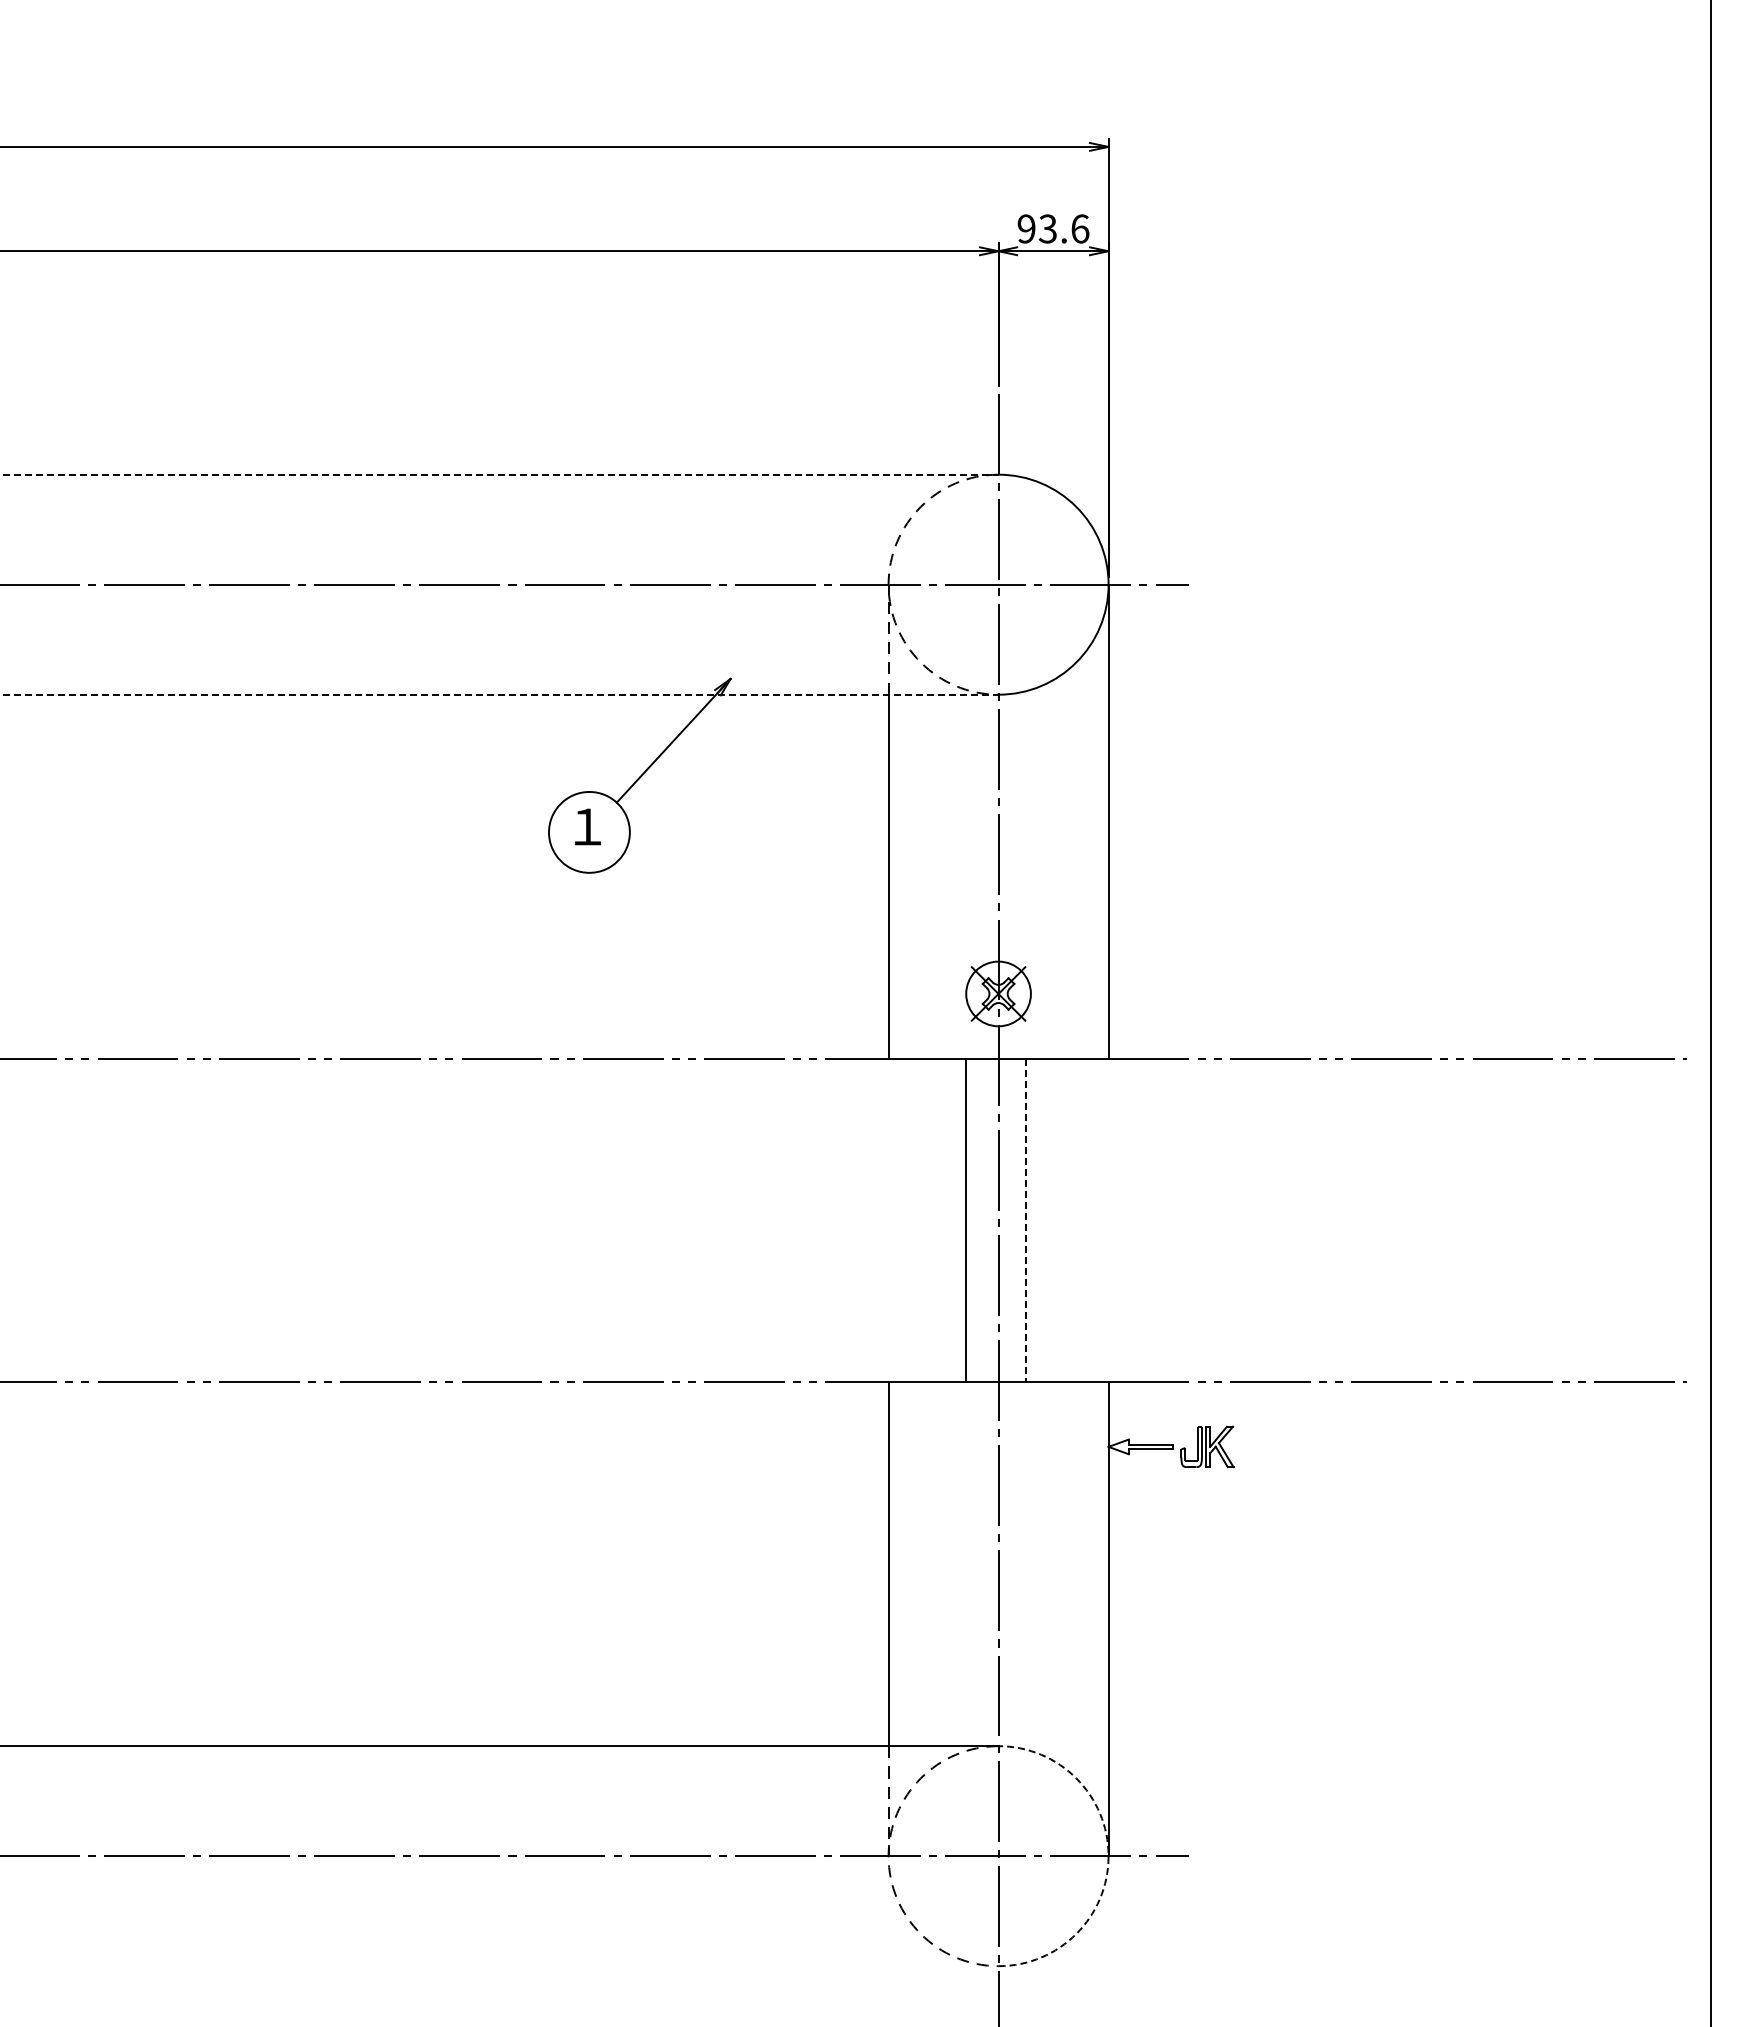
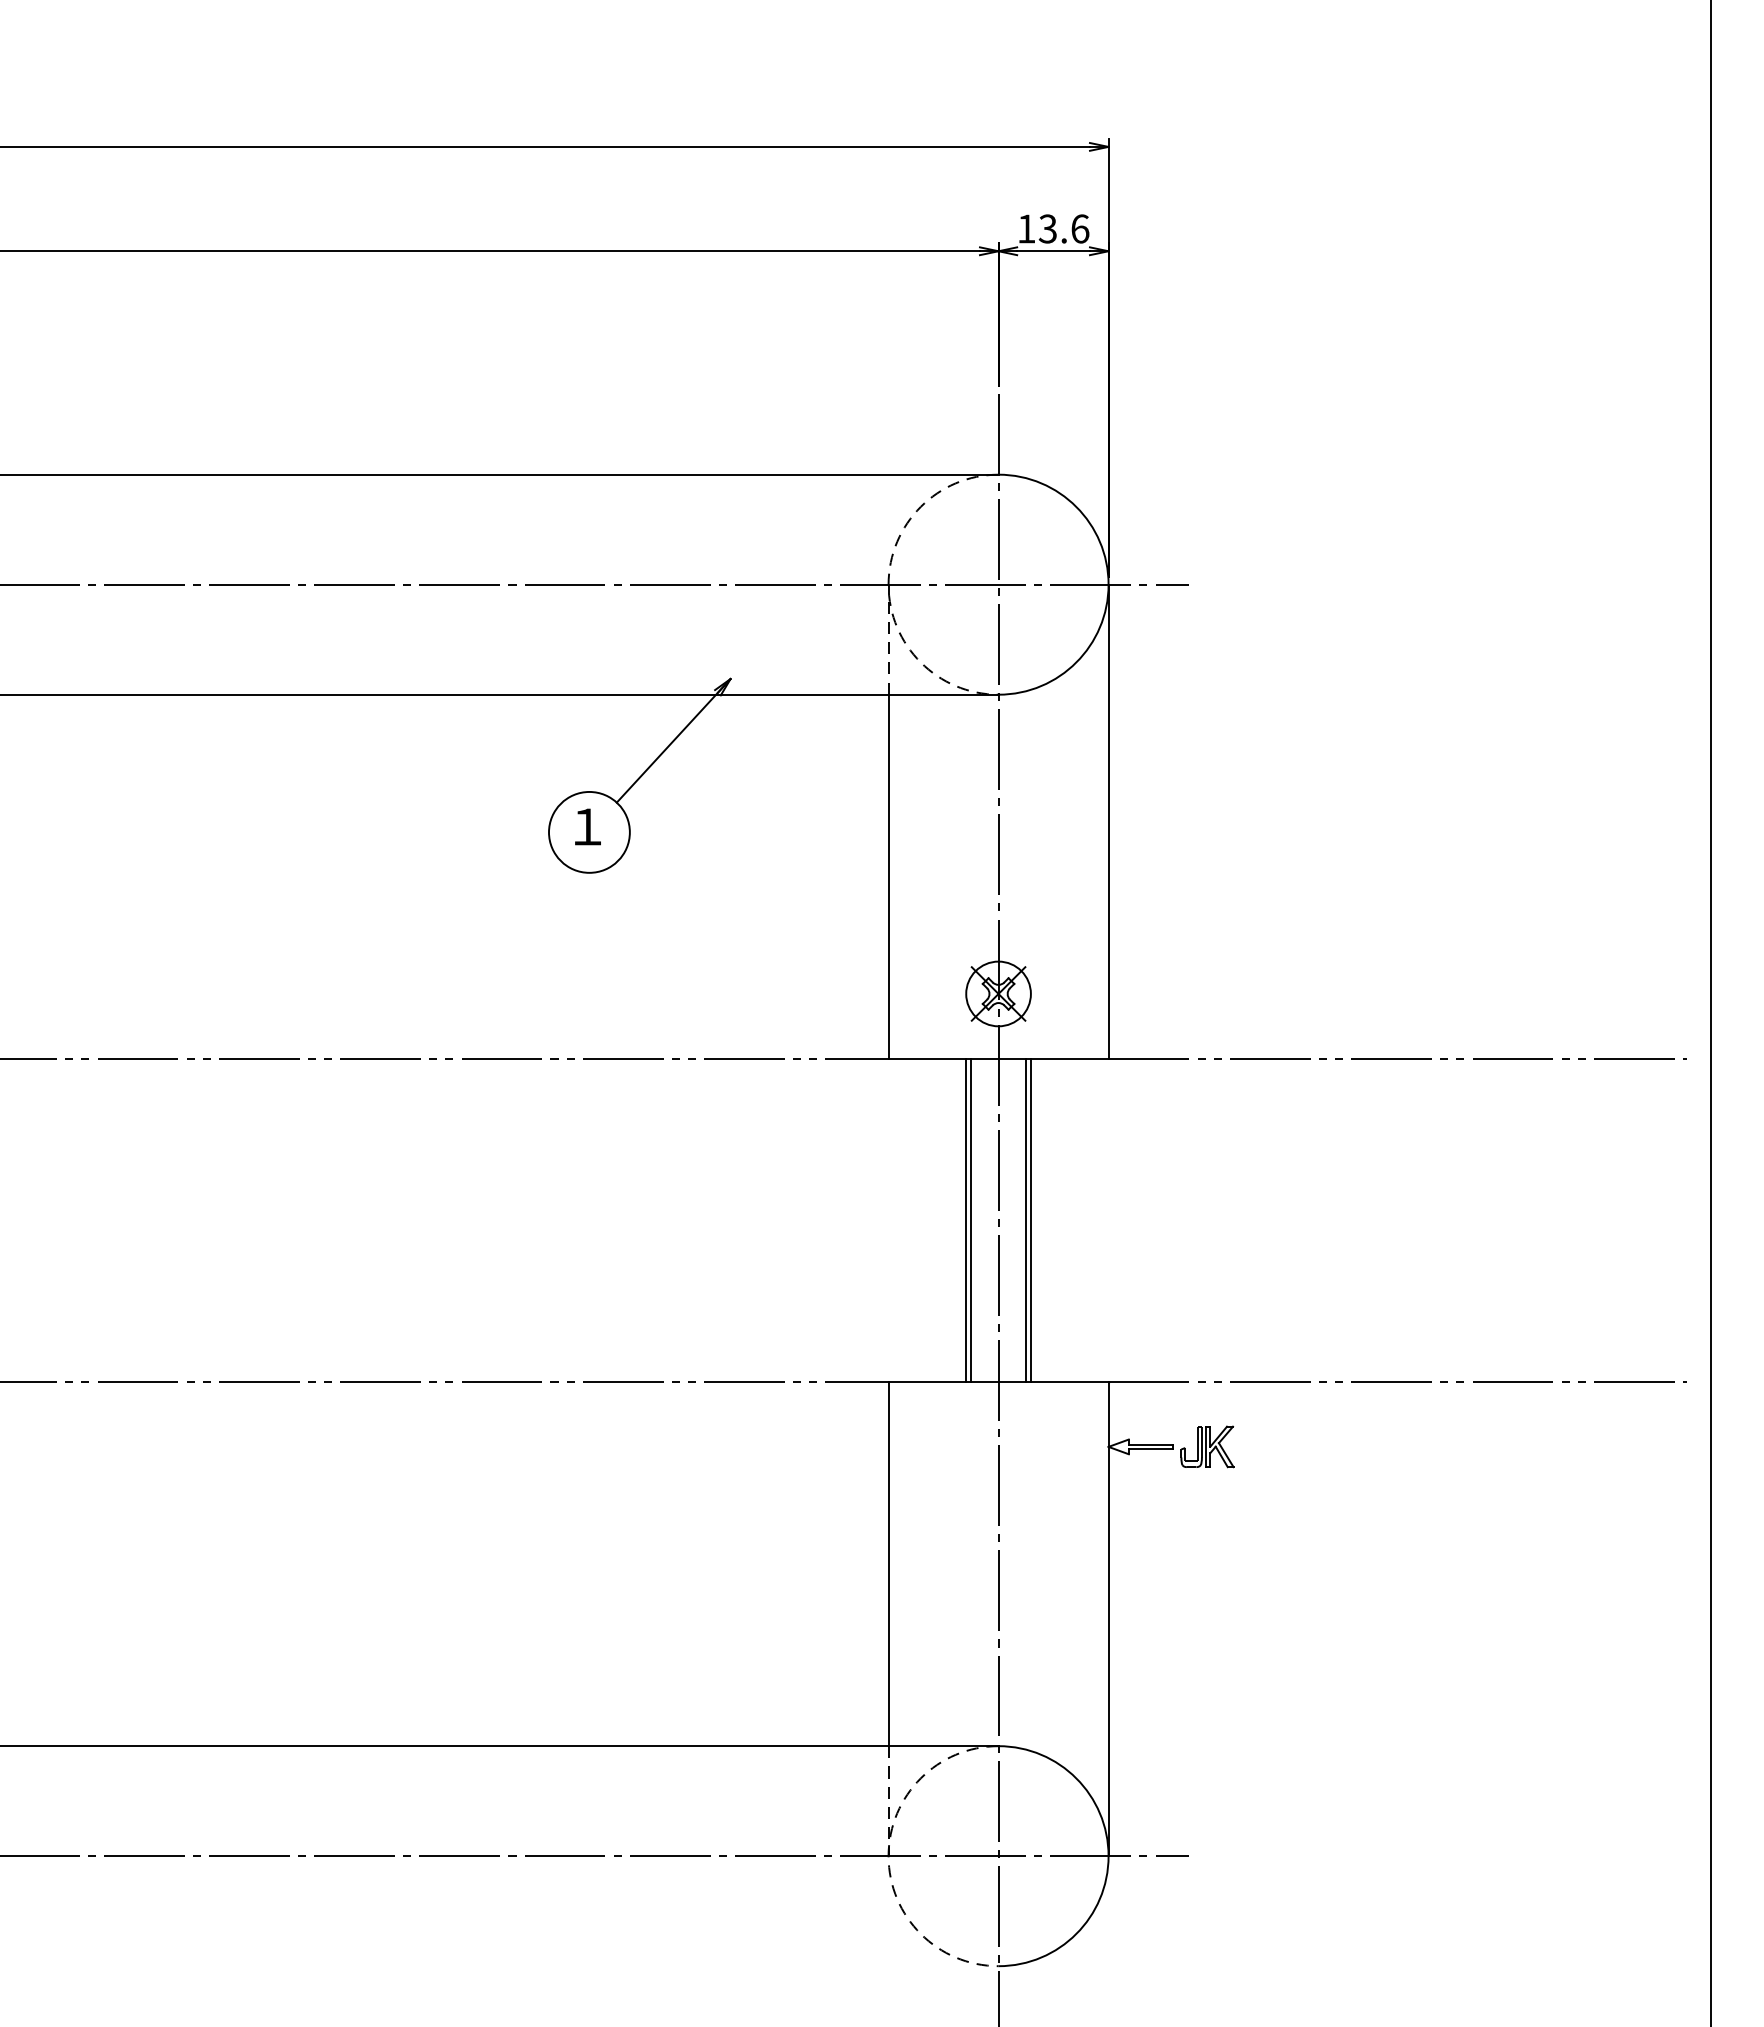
text at (1026, 228): 93.6 -> 13.6
line at (499, 474): dashed -> solid
line at (499, 694): dashed -> solid
line at (971, 1220): none -> present
line at (1025, 1220): dashed -> solid
line at (1030, 1220): none -> present
arc at (1108, 1856): dashed -> solid
